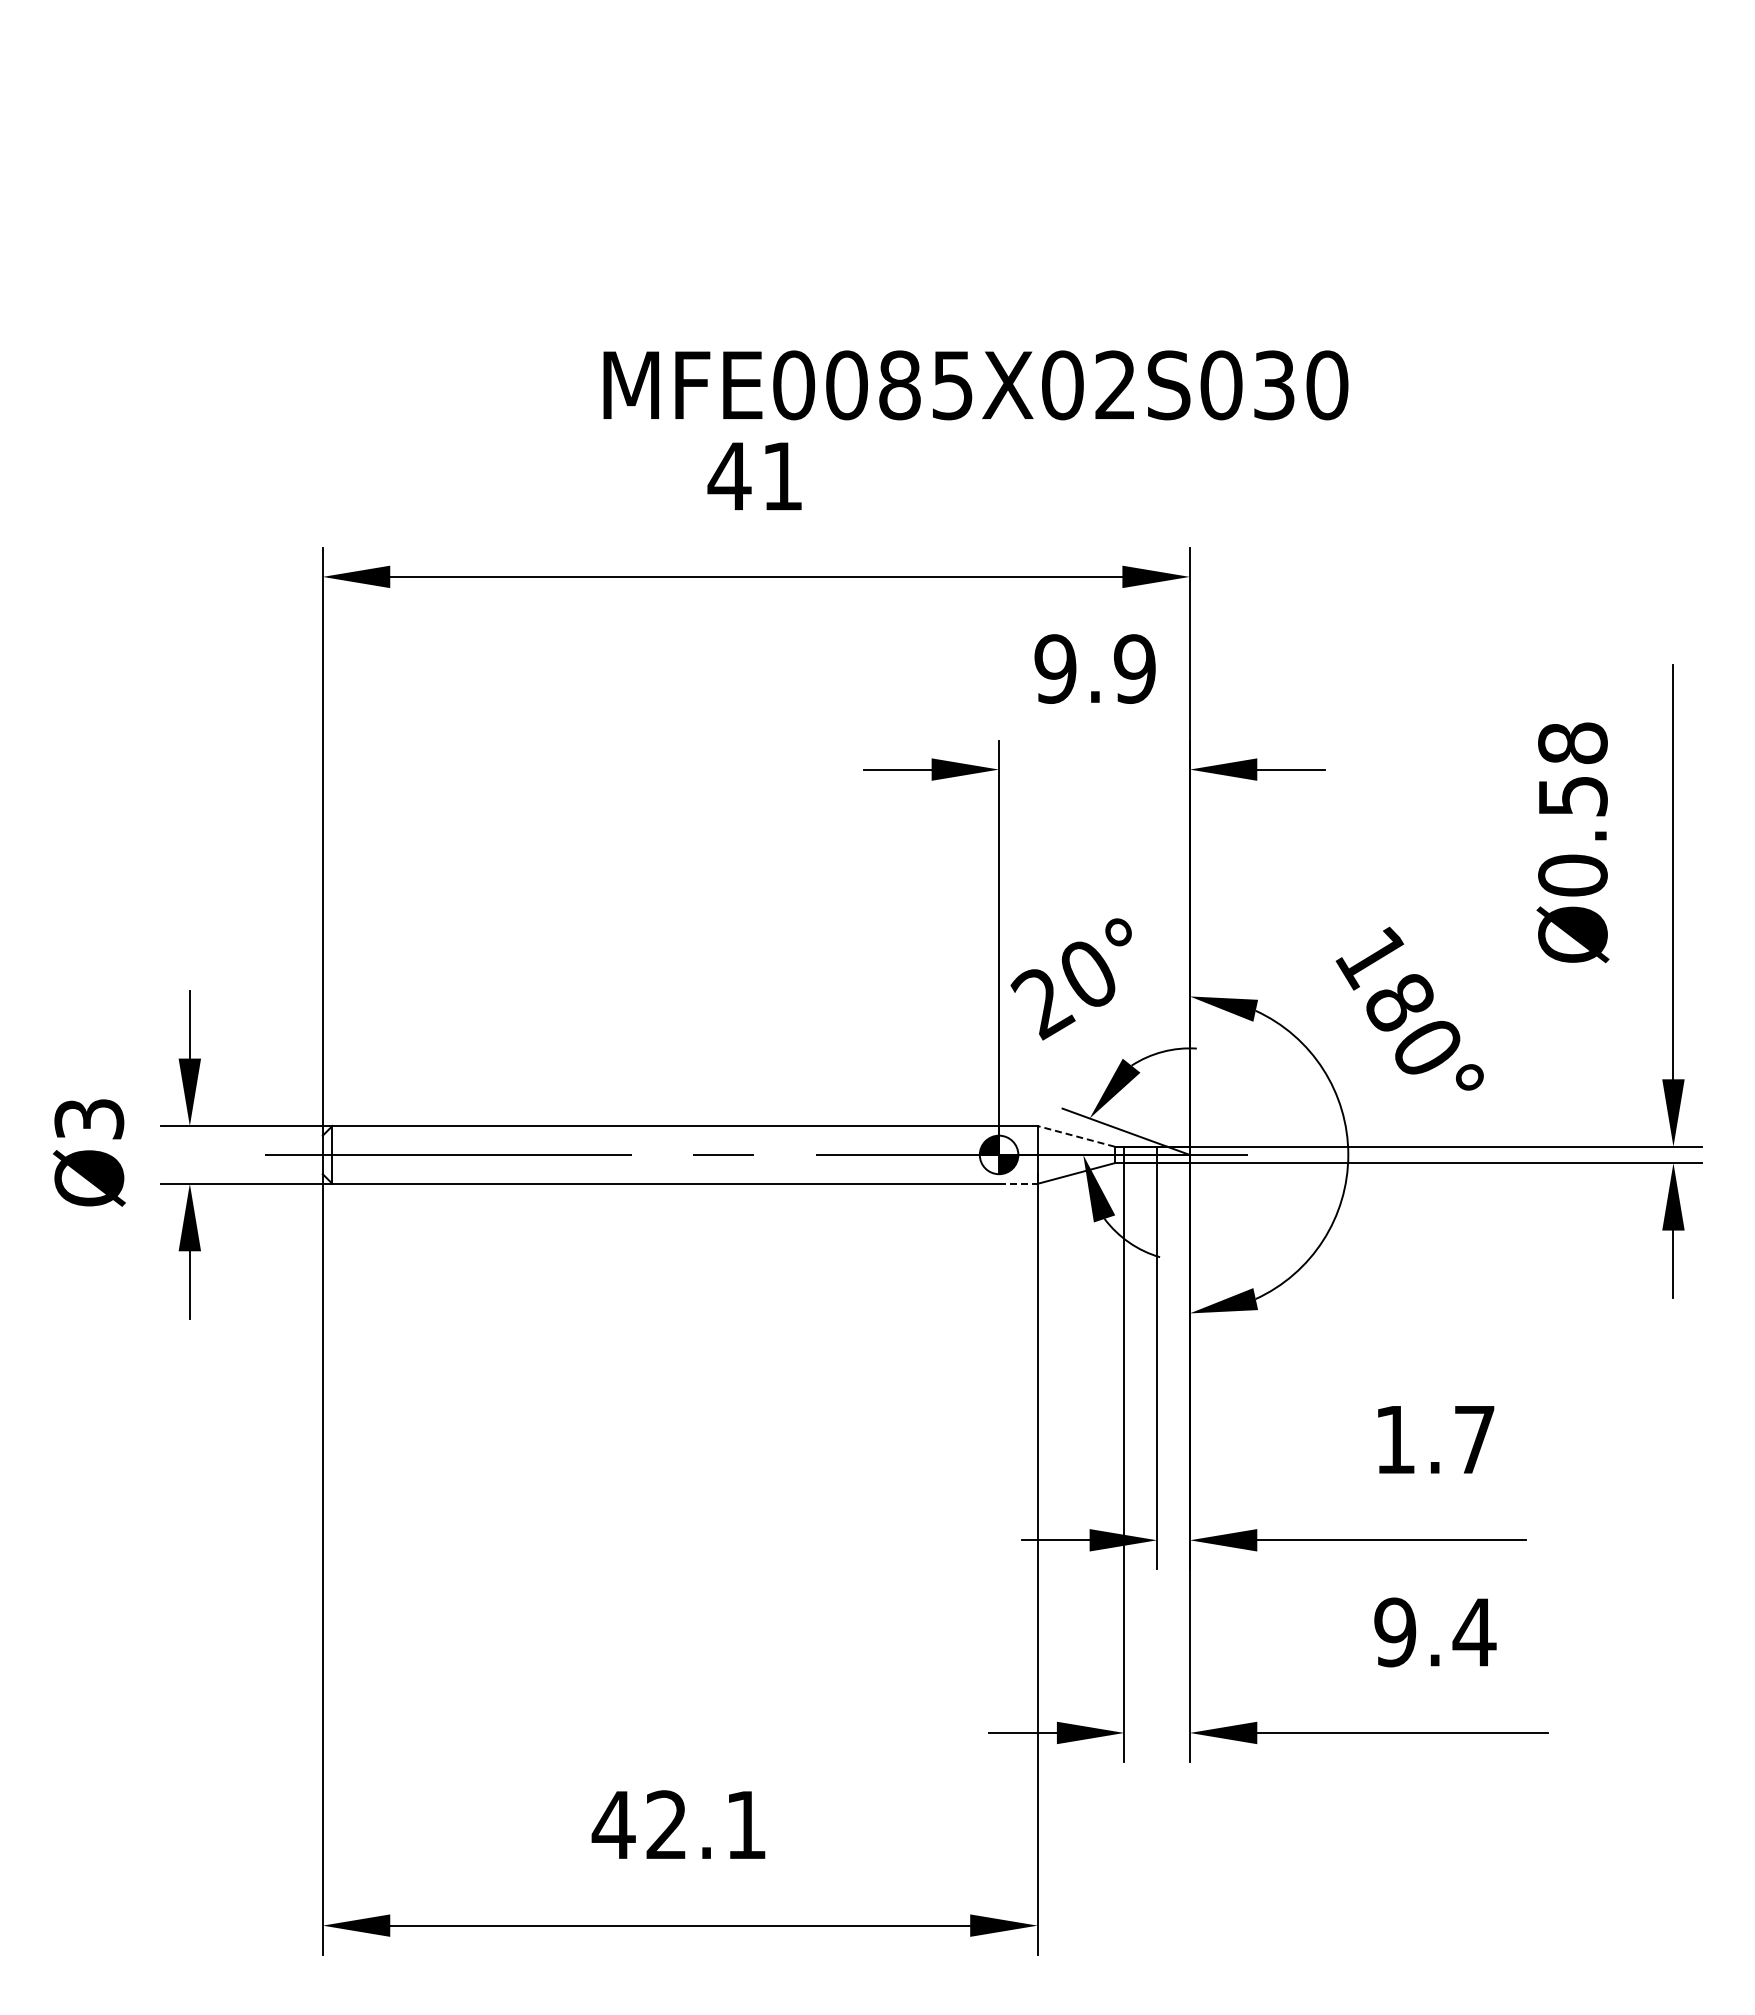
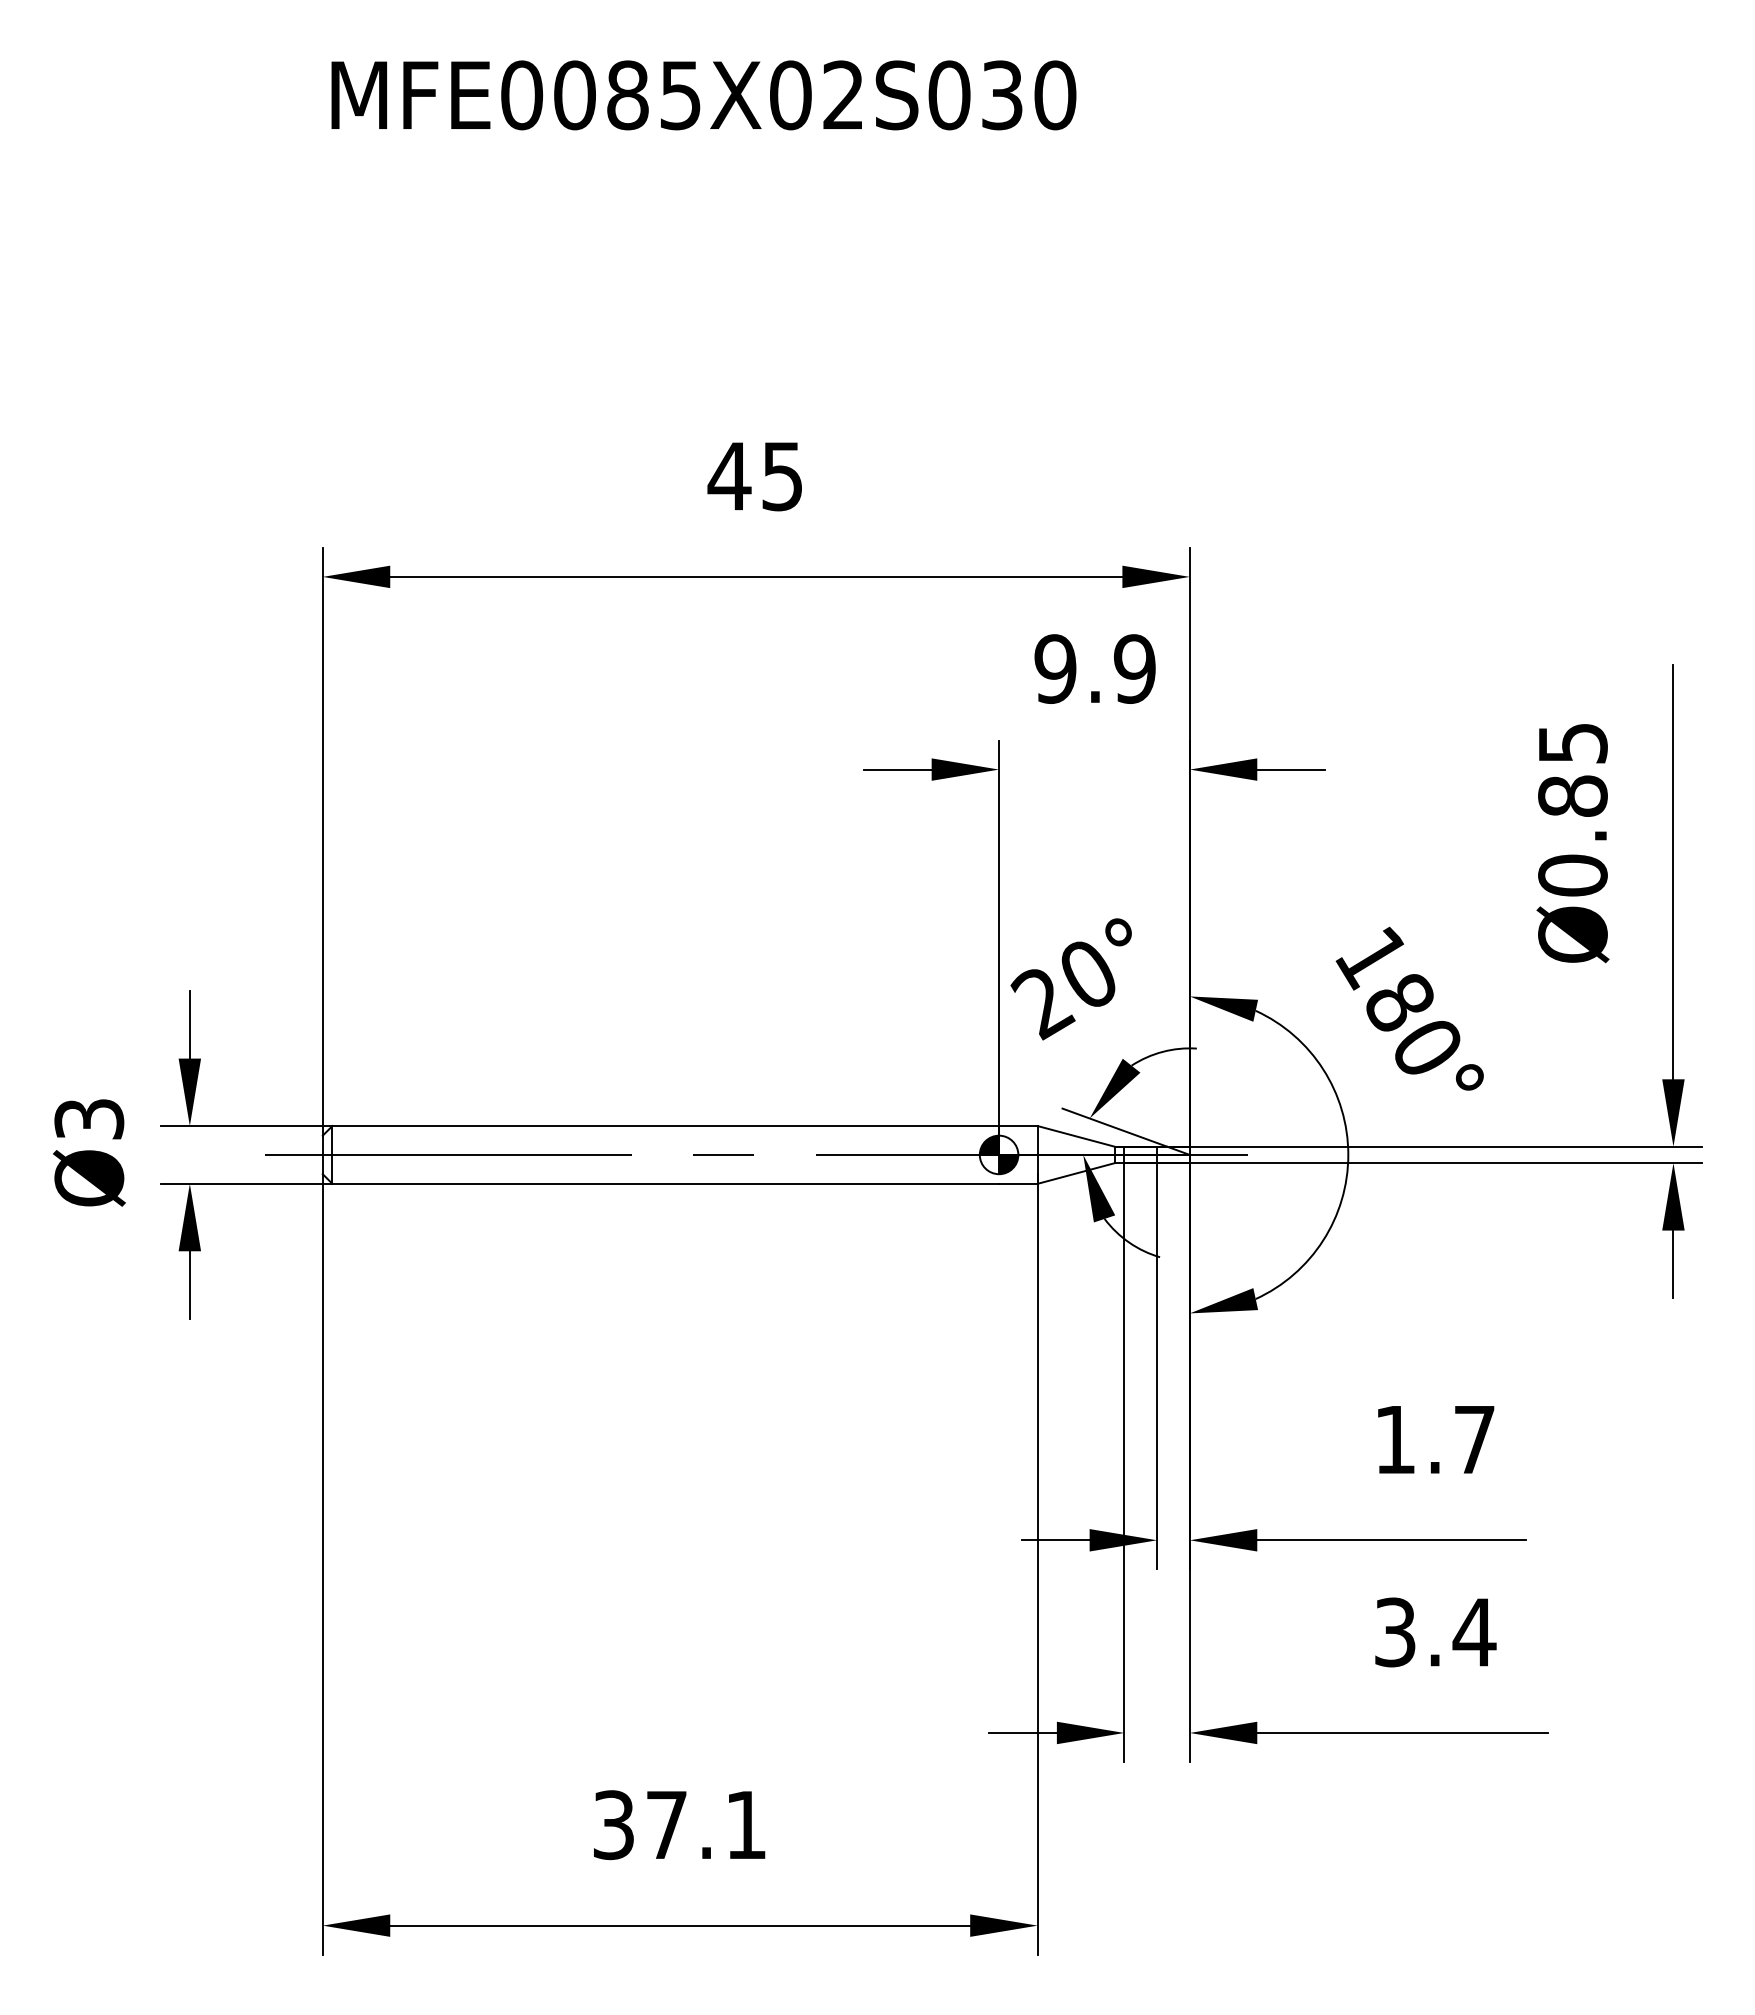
text at (975, 385) position: (975, 385) -> (703, 95)
text at (781, 476): 41 -> 45
text at (1572, 769): Ø0.58 -> Ø0.85
line at (1075, 1136): dashed -> solid
line at (1018, 1183): dashed -> solid
text at (1395, 1632): 9.4 -> 3.4
text at (638, 1825): 42.1 -> 37.1
